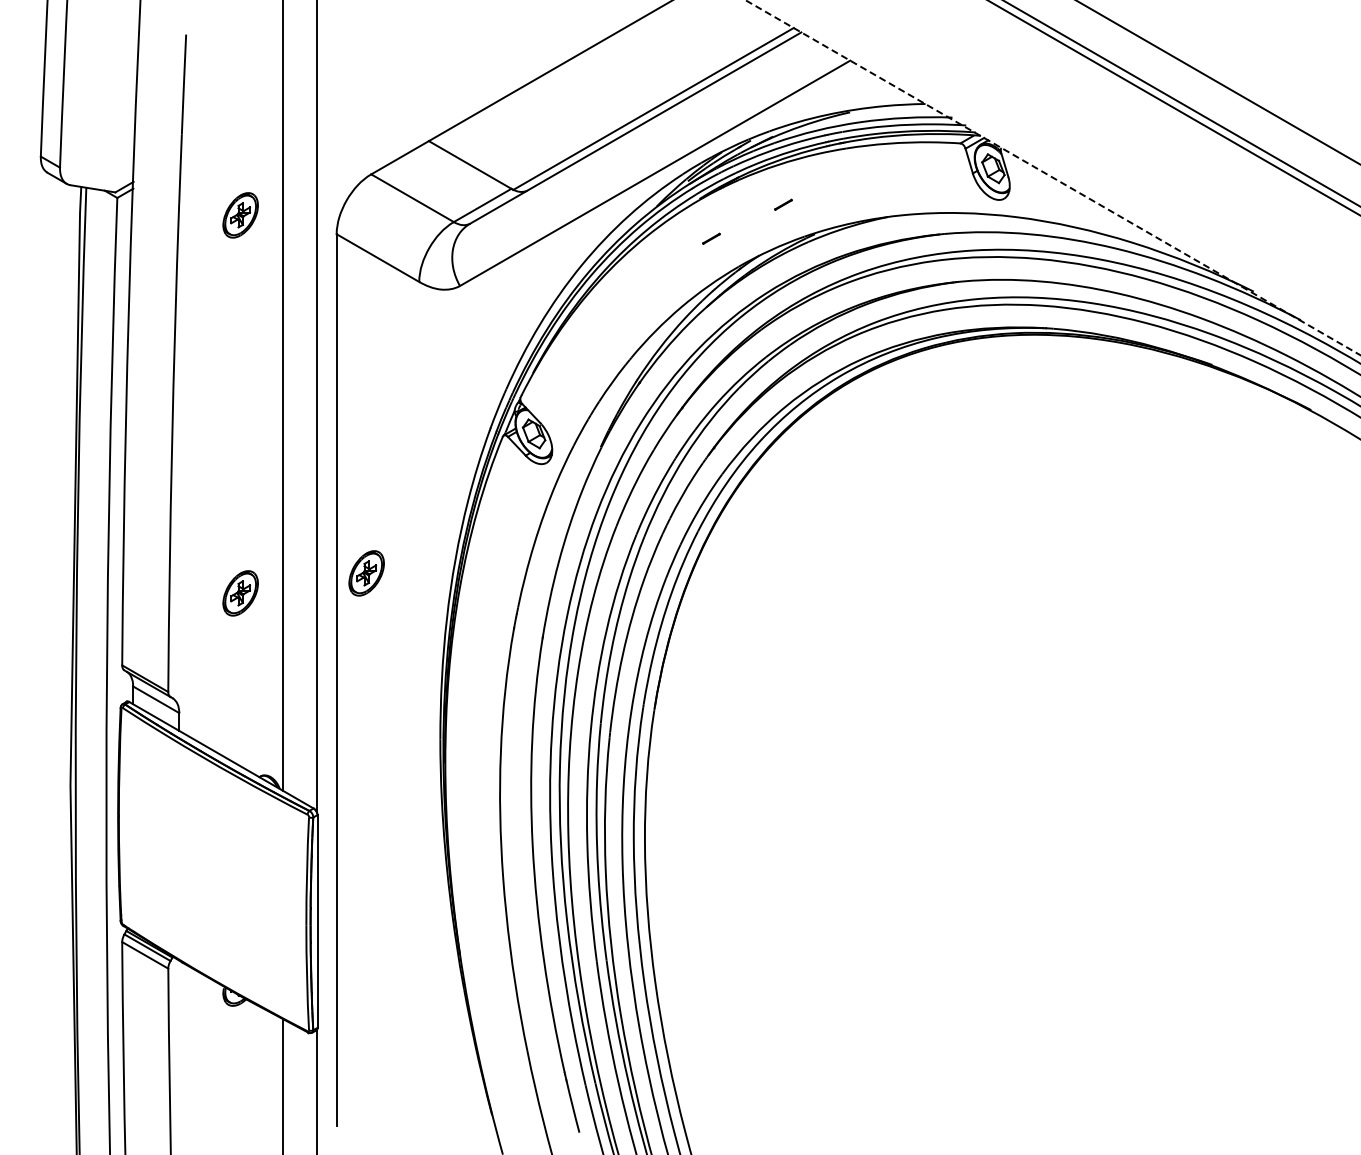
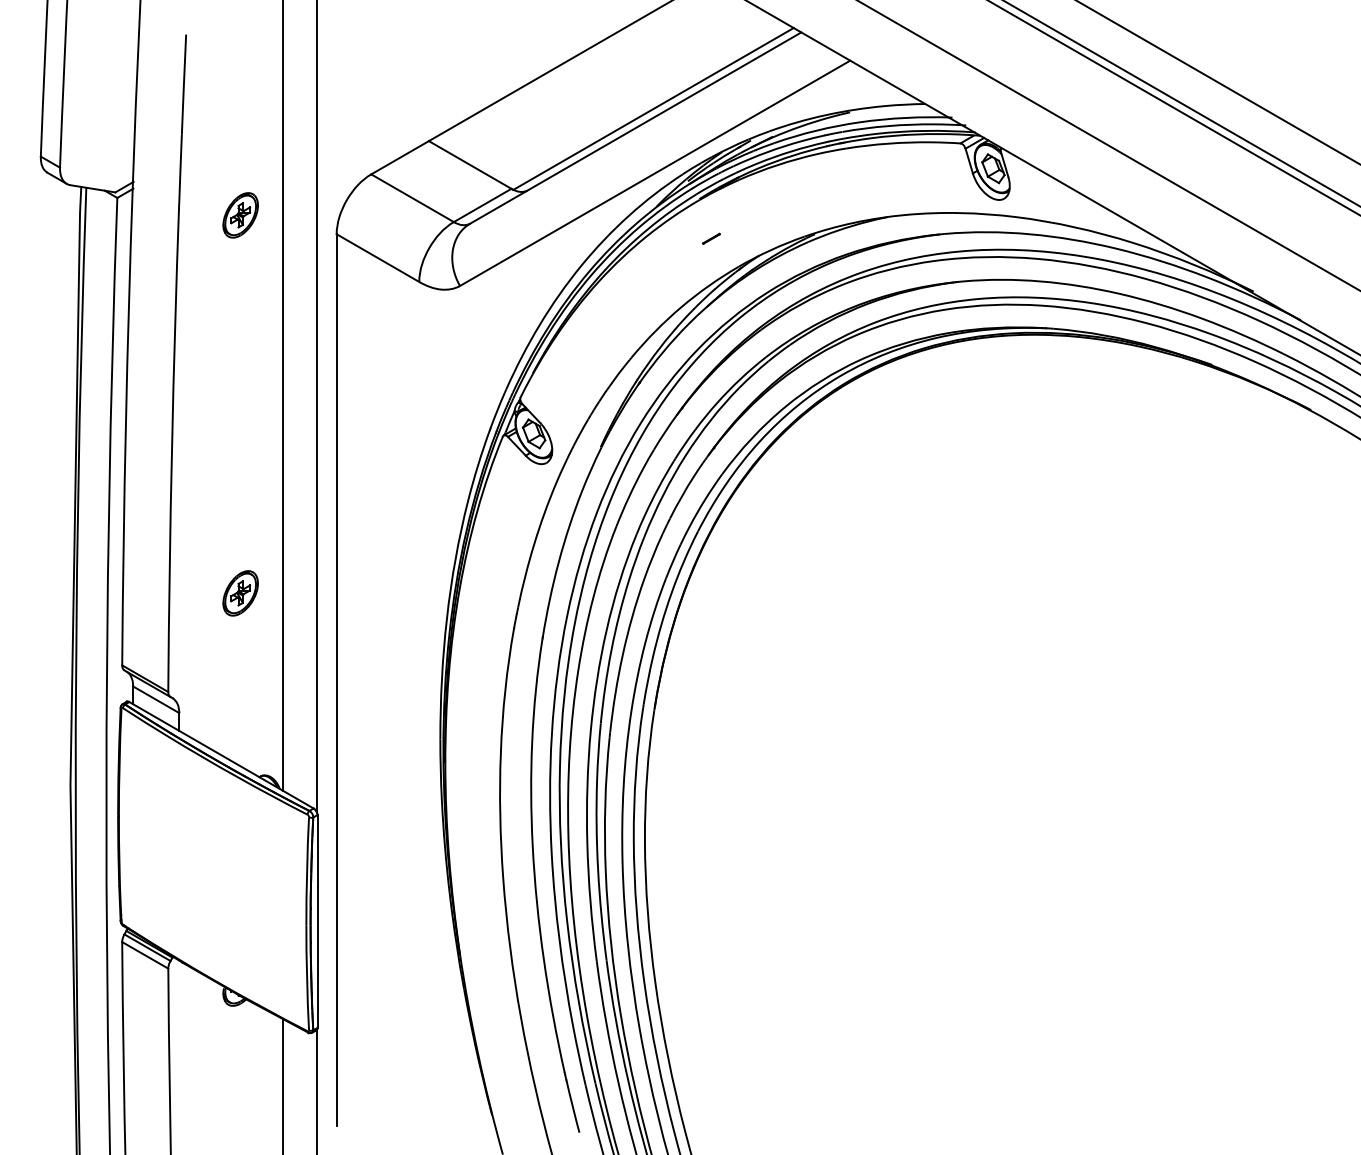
line at (1108, 145): none -> present
line at (1053, 177): dashed -> solid
line at (783, 204): present -> none
part at (366, 573): present -> none
